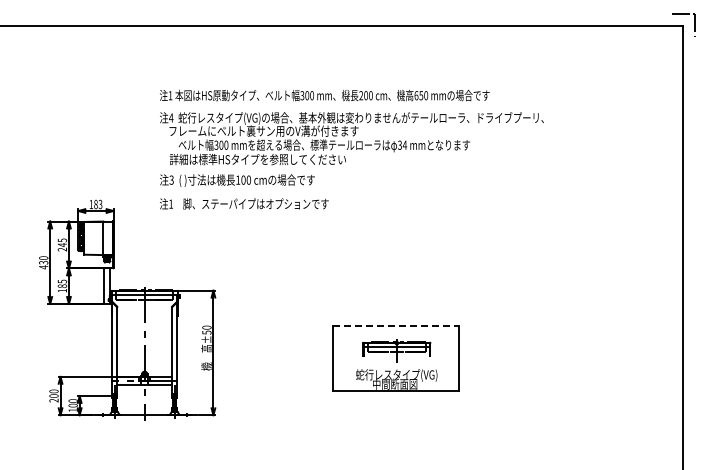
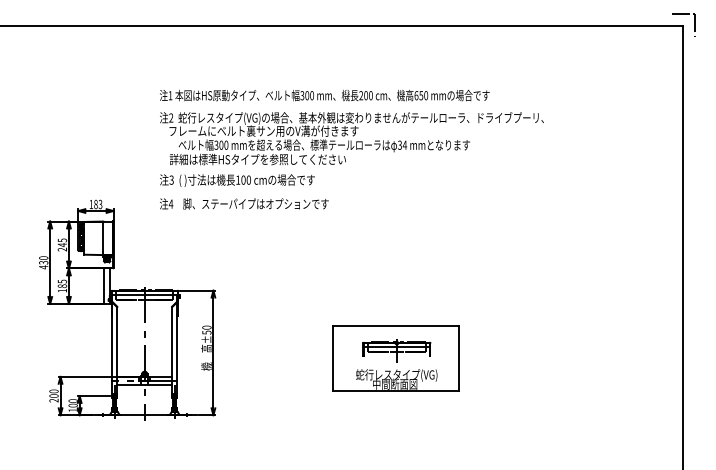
text at (171, 117): 4 -> 2
text at (170, 203): 1 -> 4
line at (396, 325): dashed -> solid
